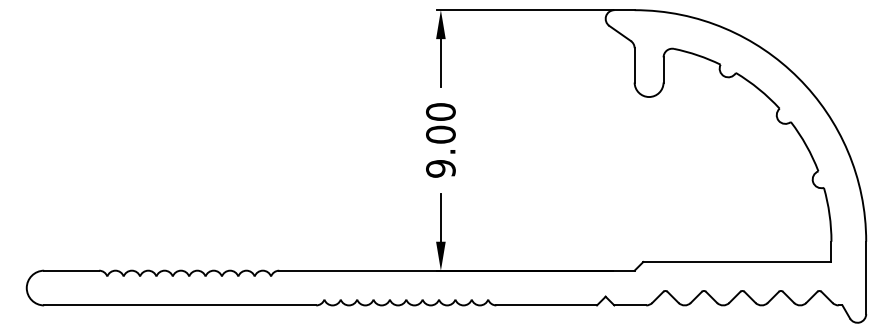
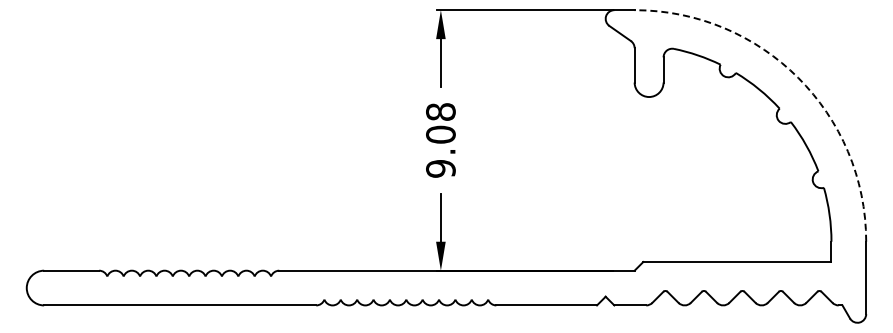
arc at (798, 78): solid -> dashed
text at (440, 111): 9.00 -> 9.08
